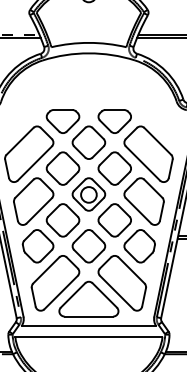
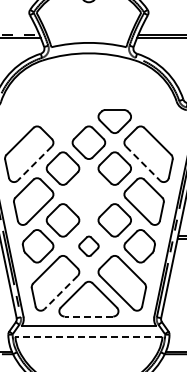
part at (62, 121): present -> none
line at (34, 163): solid -> dashed
line at (143, 163): solid -> dashed
part at (88, 194): present -> none
part at (88, 246) size: 36x35 px -> 22x22 px
line at (61, 292): solid -> dashed
line at (88, 316): solid -> dashed
line at (88, 336): solid -> dashed
